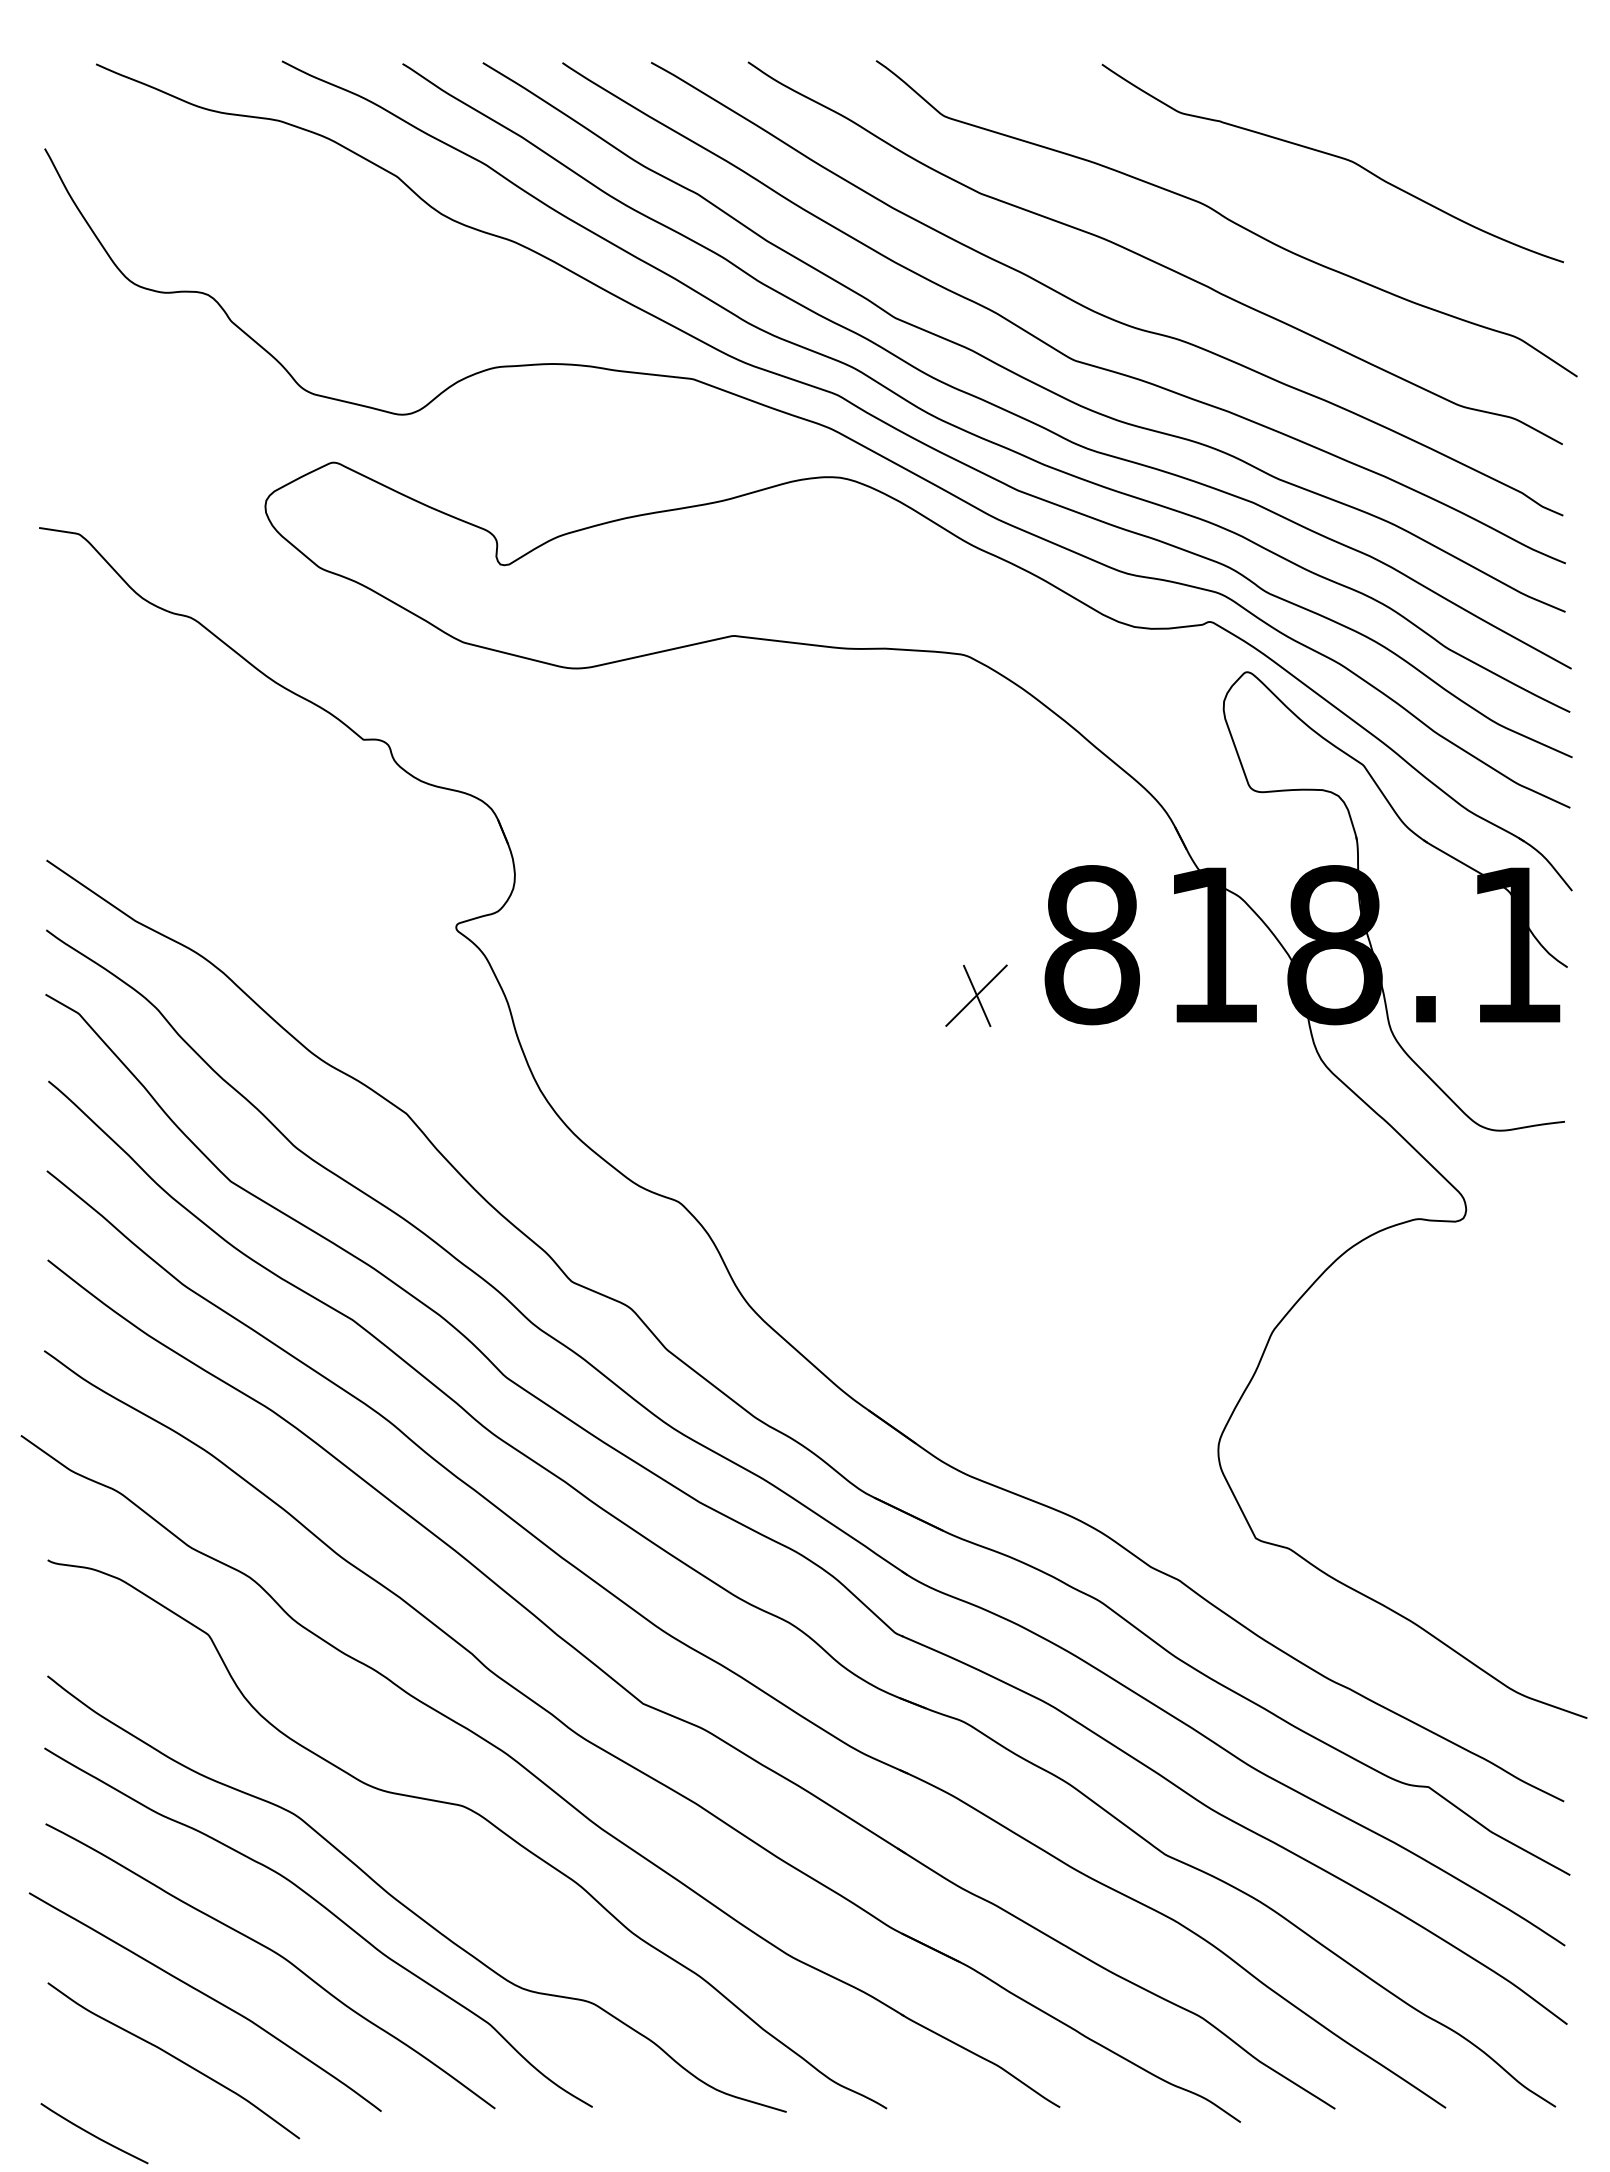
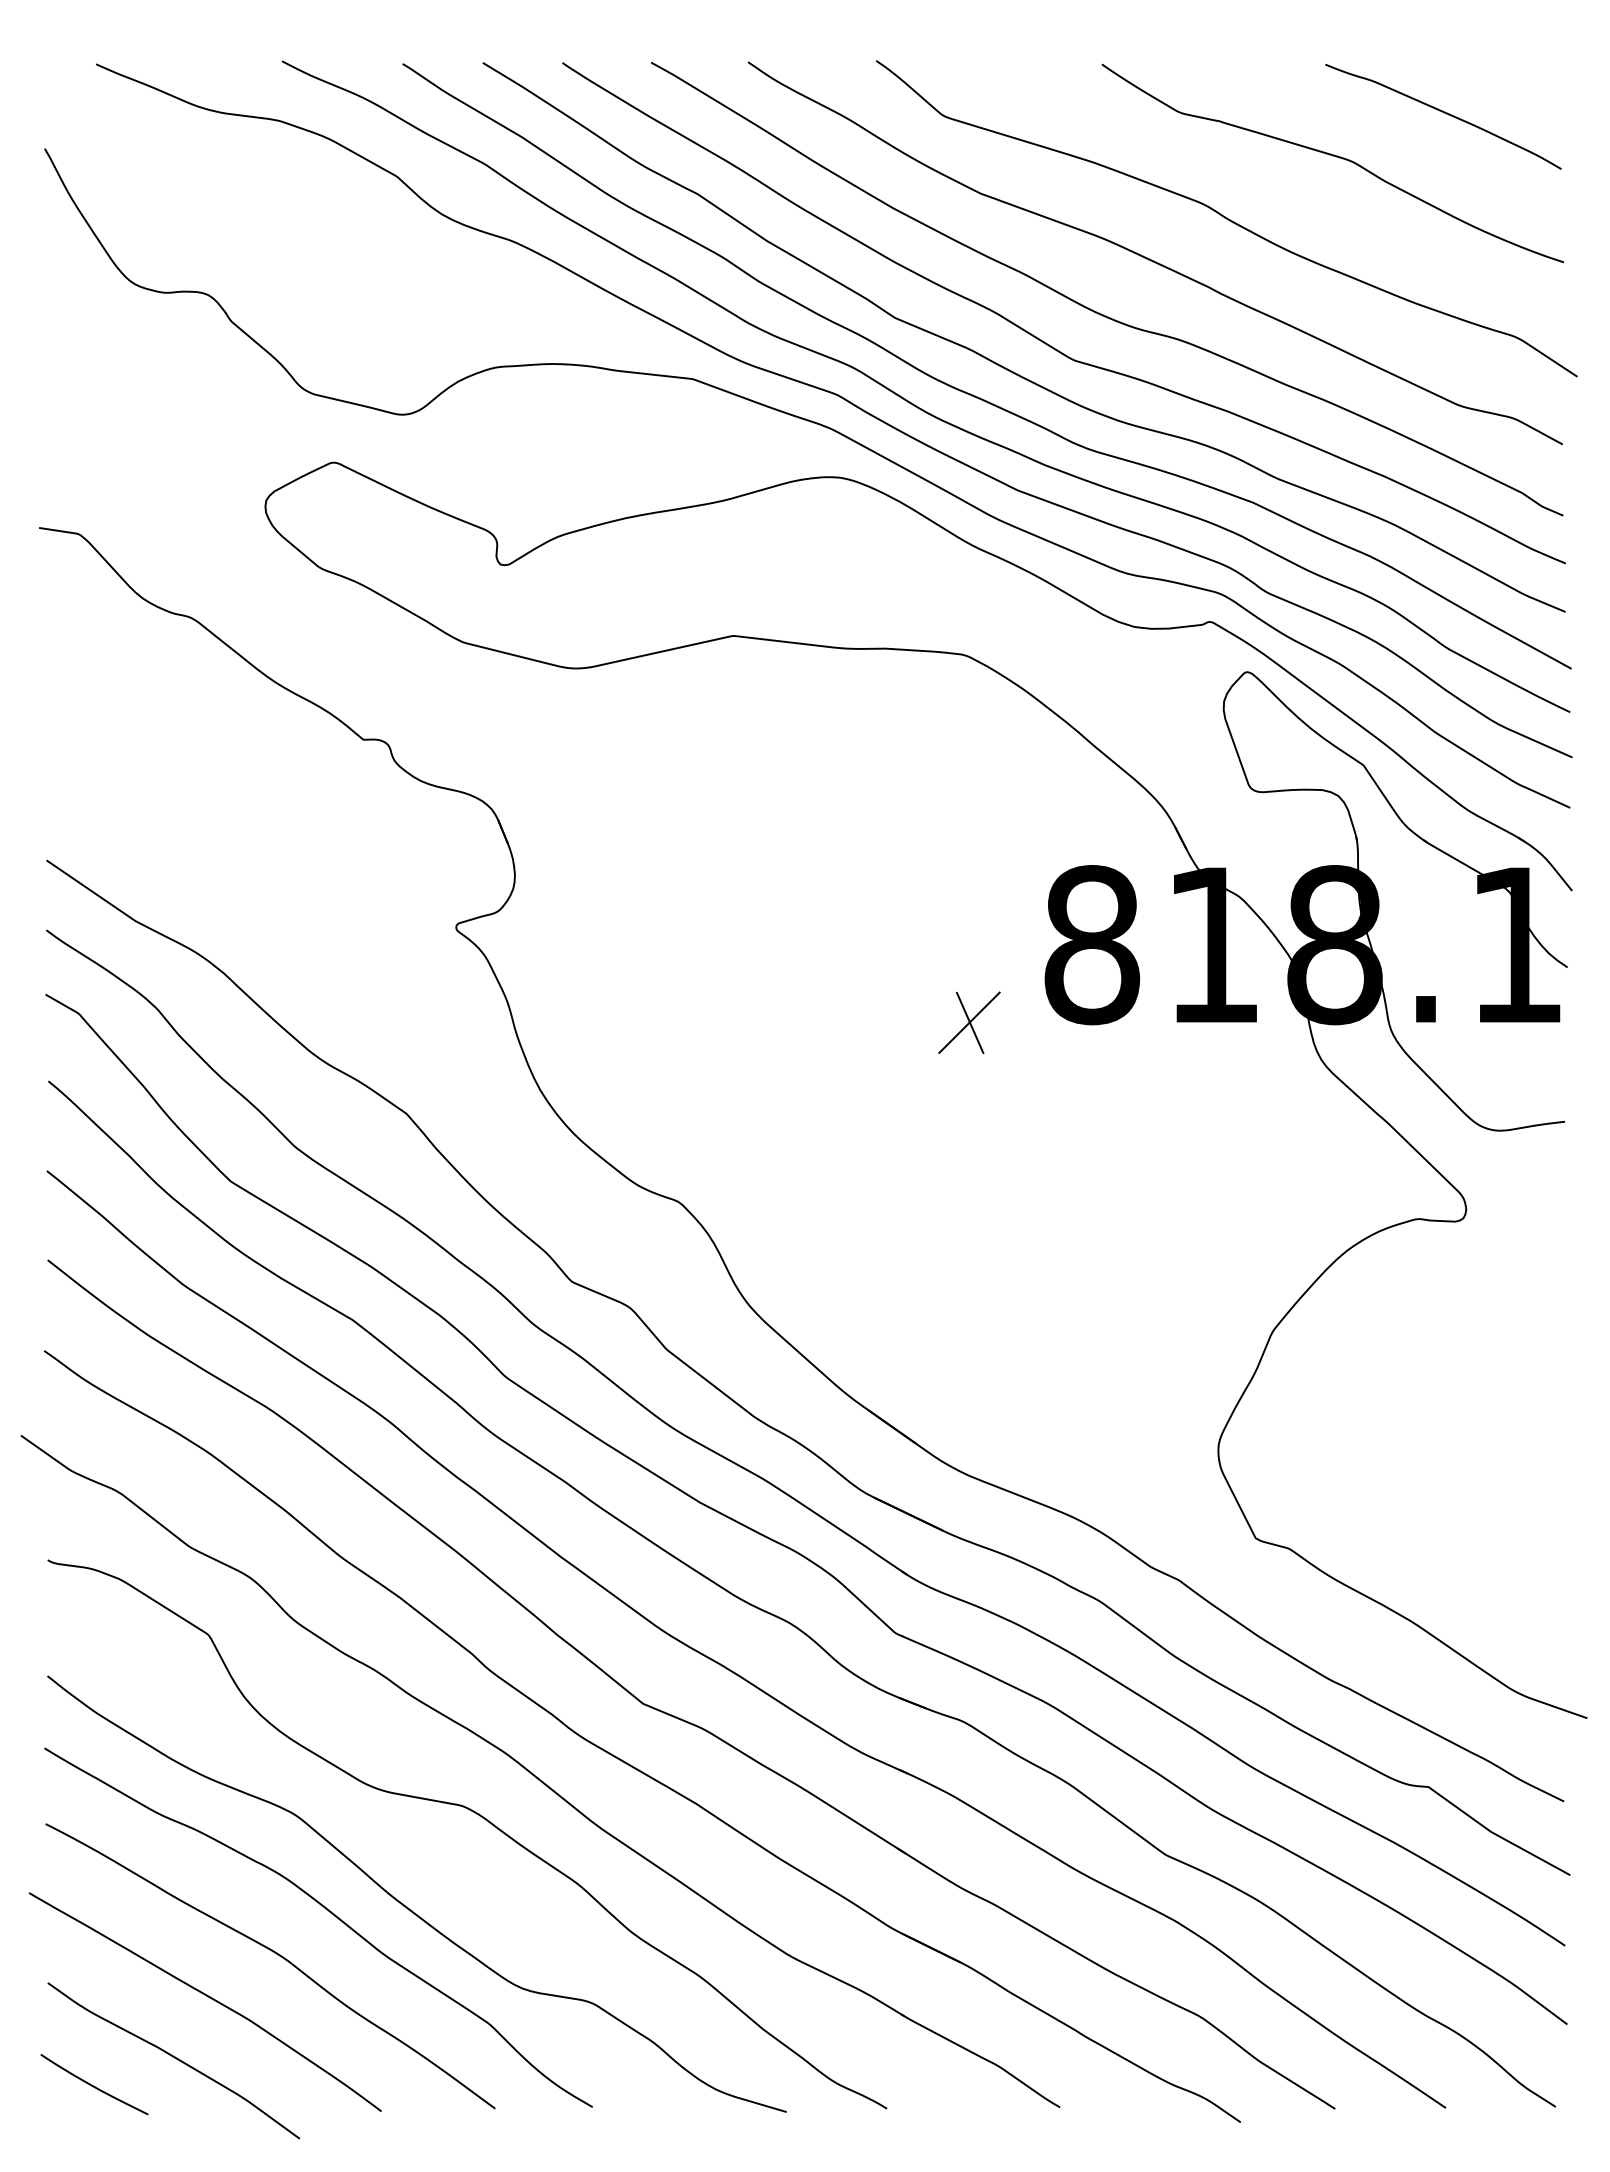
curve at (1444, 113): none -> present
part at (976, 995) position: (976, 995) -> (969, 1022)
curve at (93, 2134) position: (93, 2134) -> (93, 2085)
